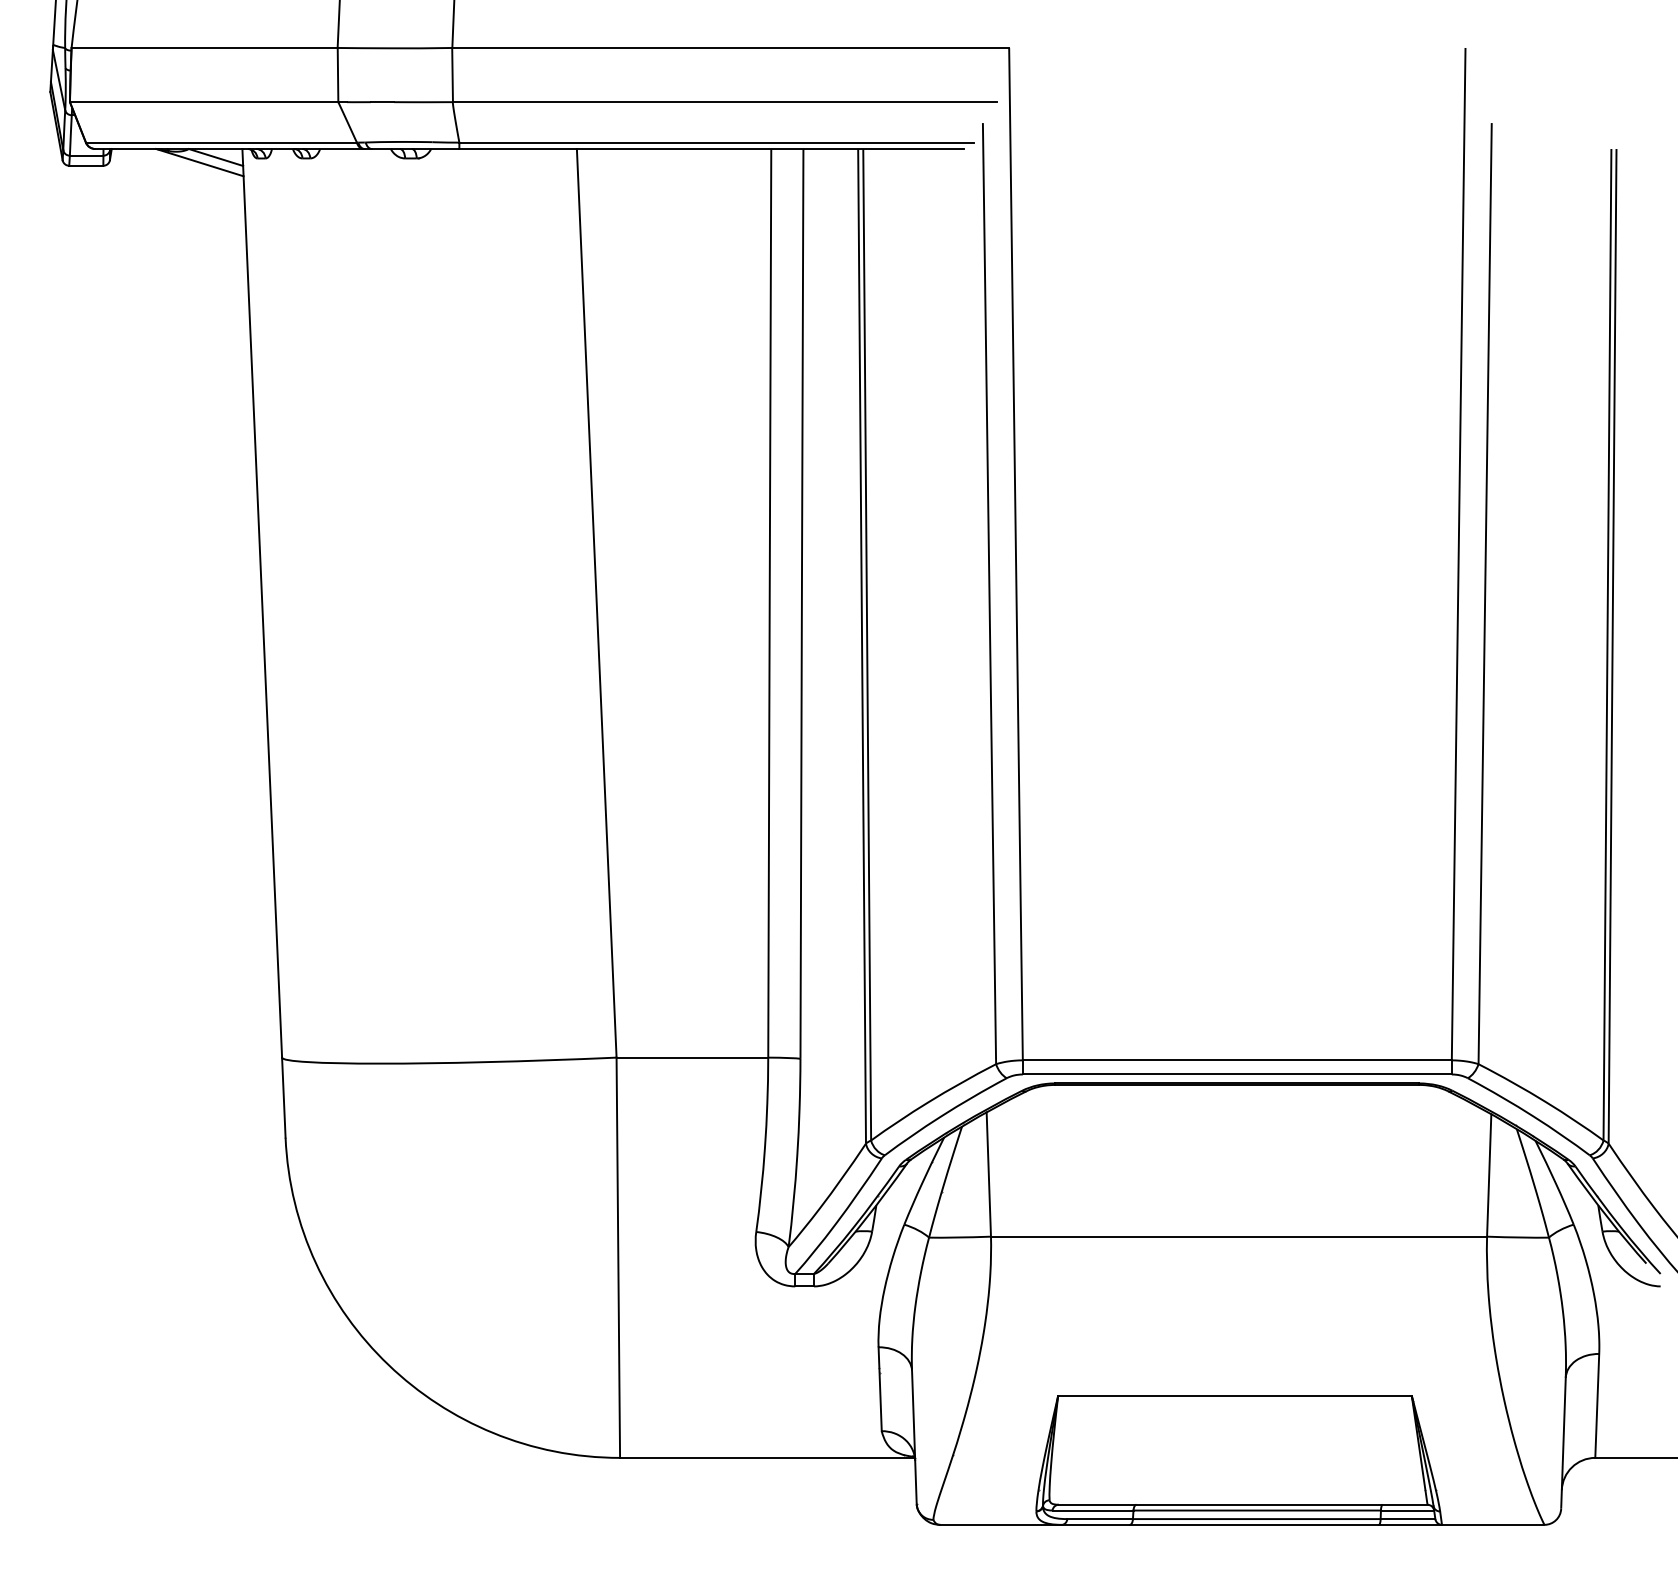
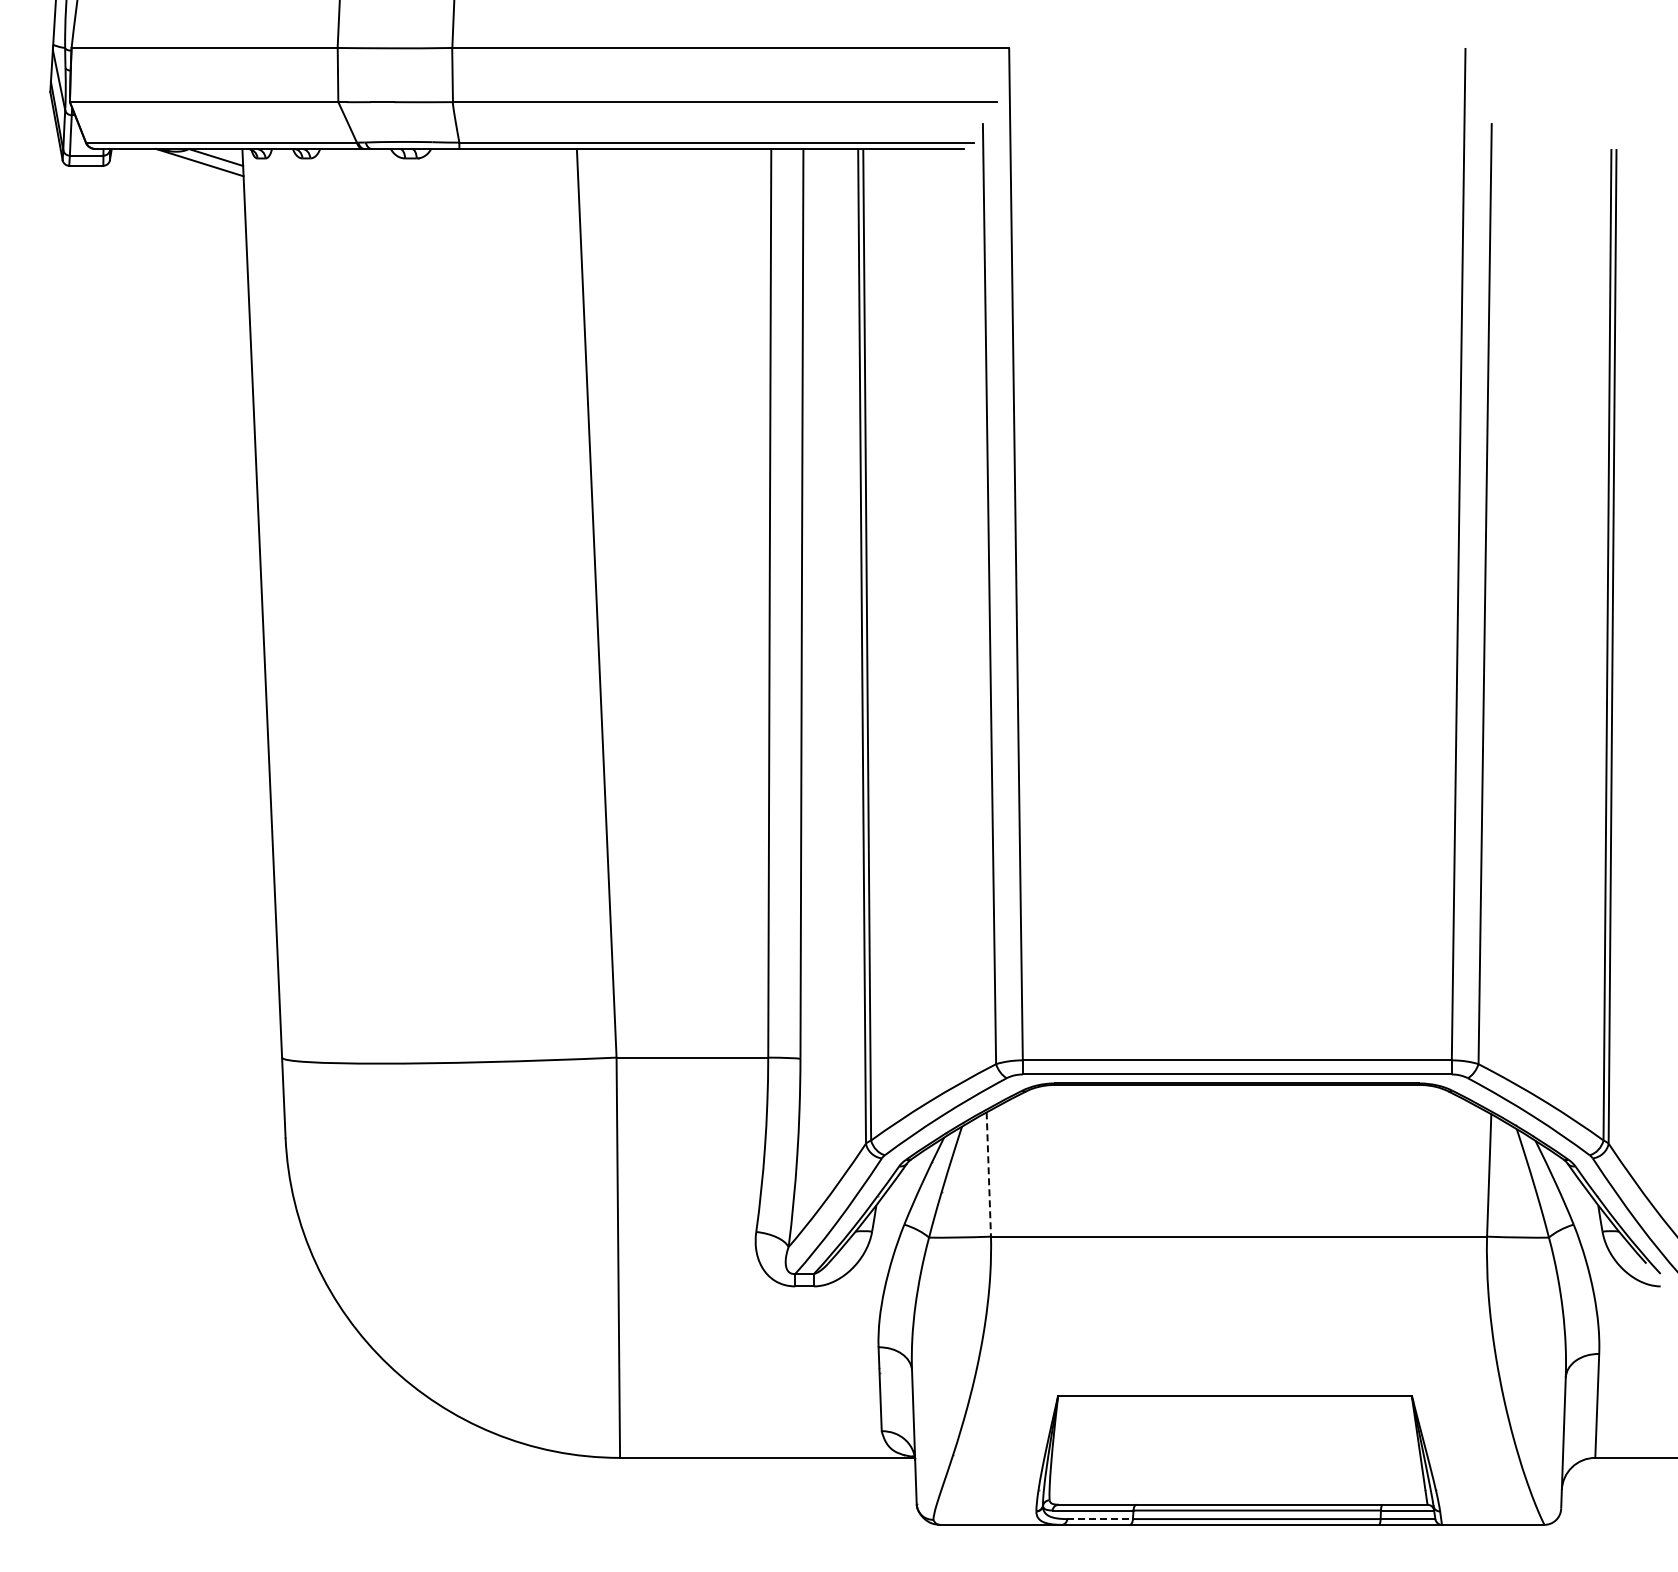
line at (988, 1175): solid -> dashed
line at (1100, 1519): solid -> dashed
